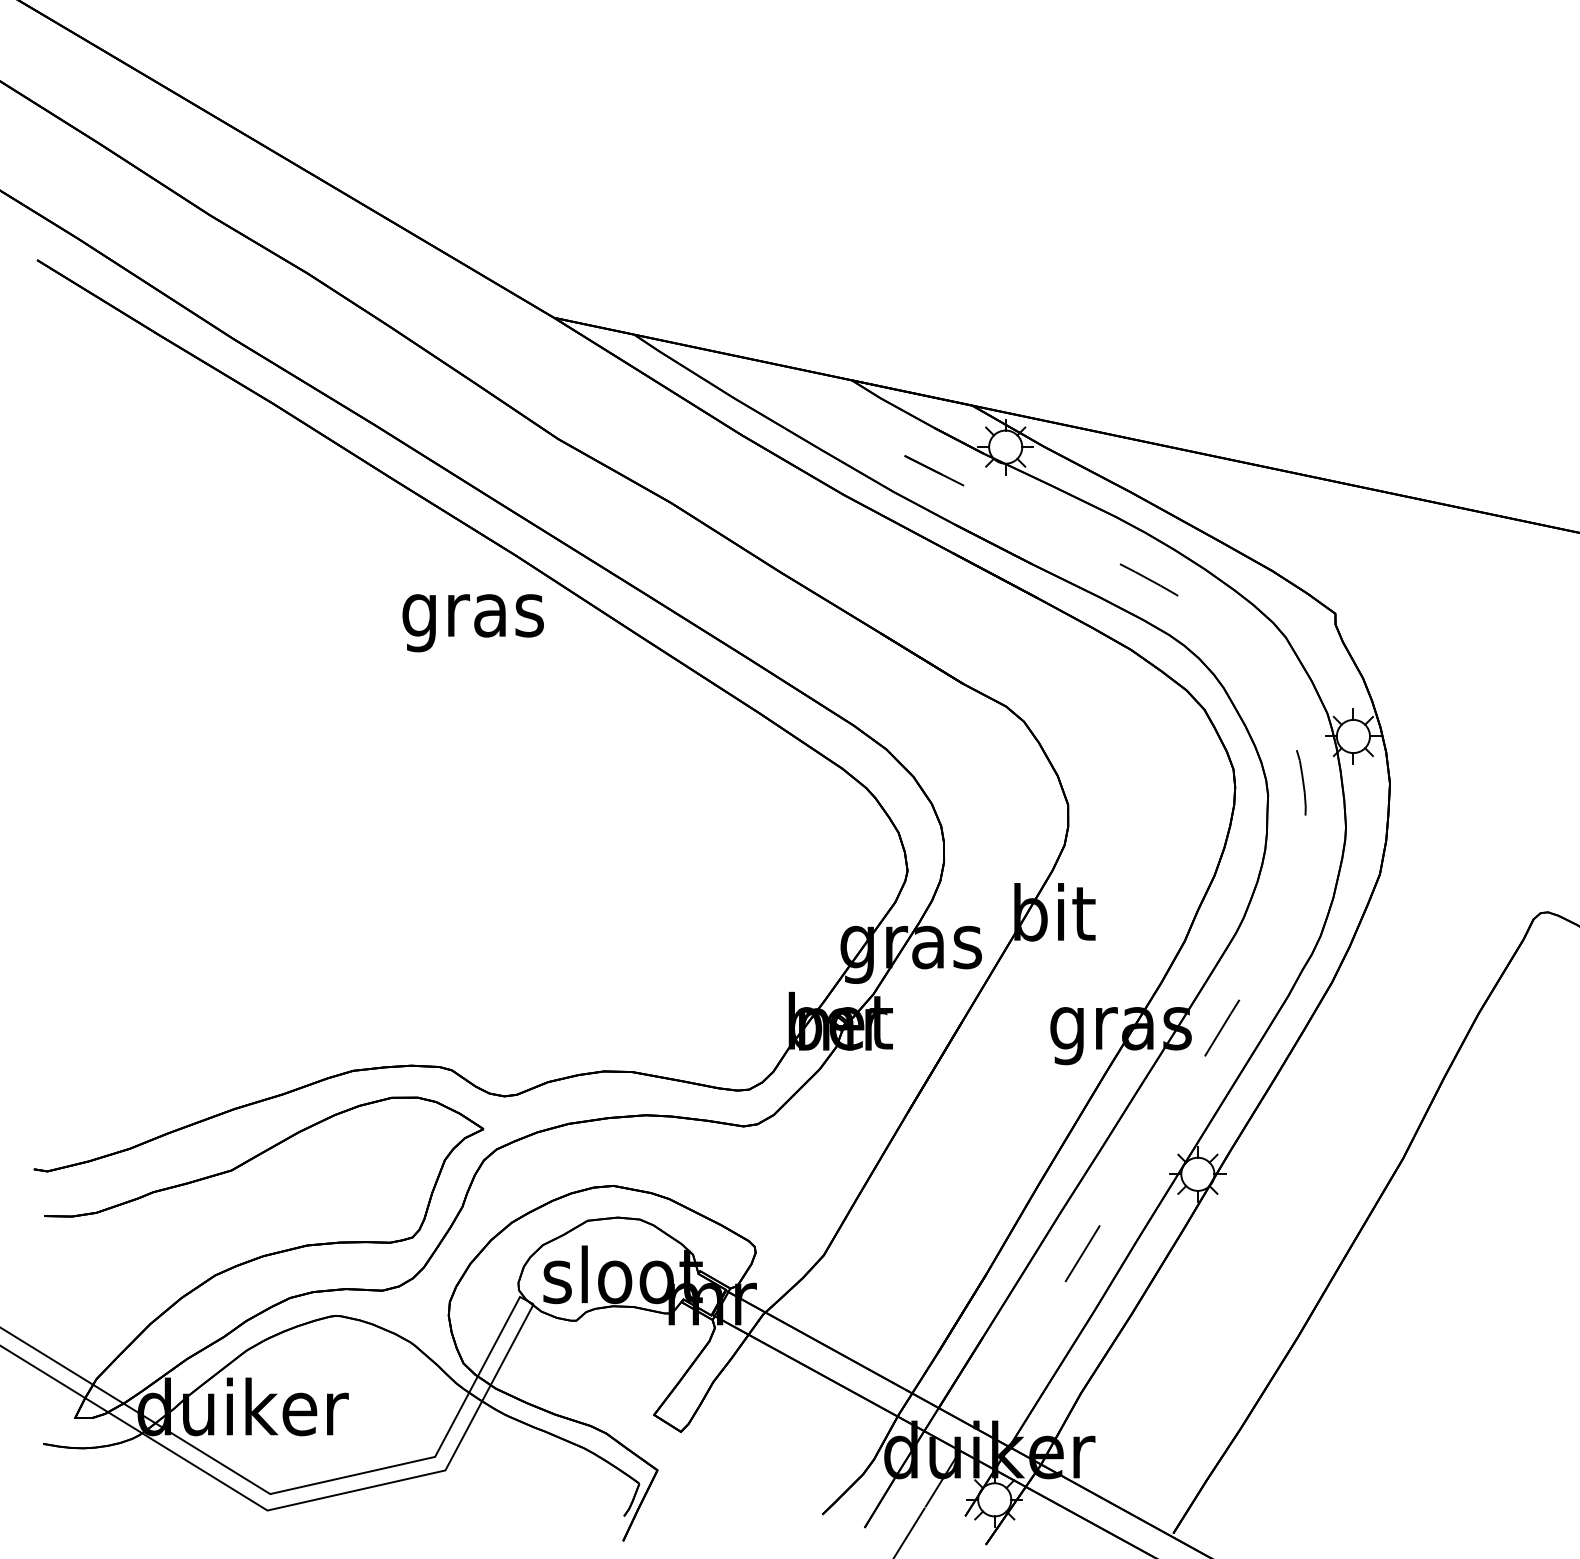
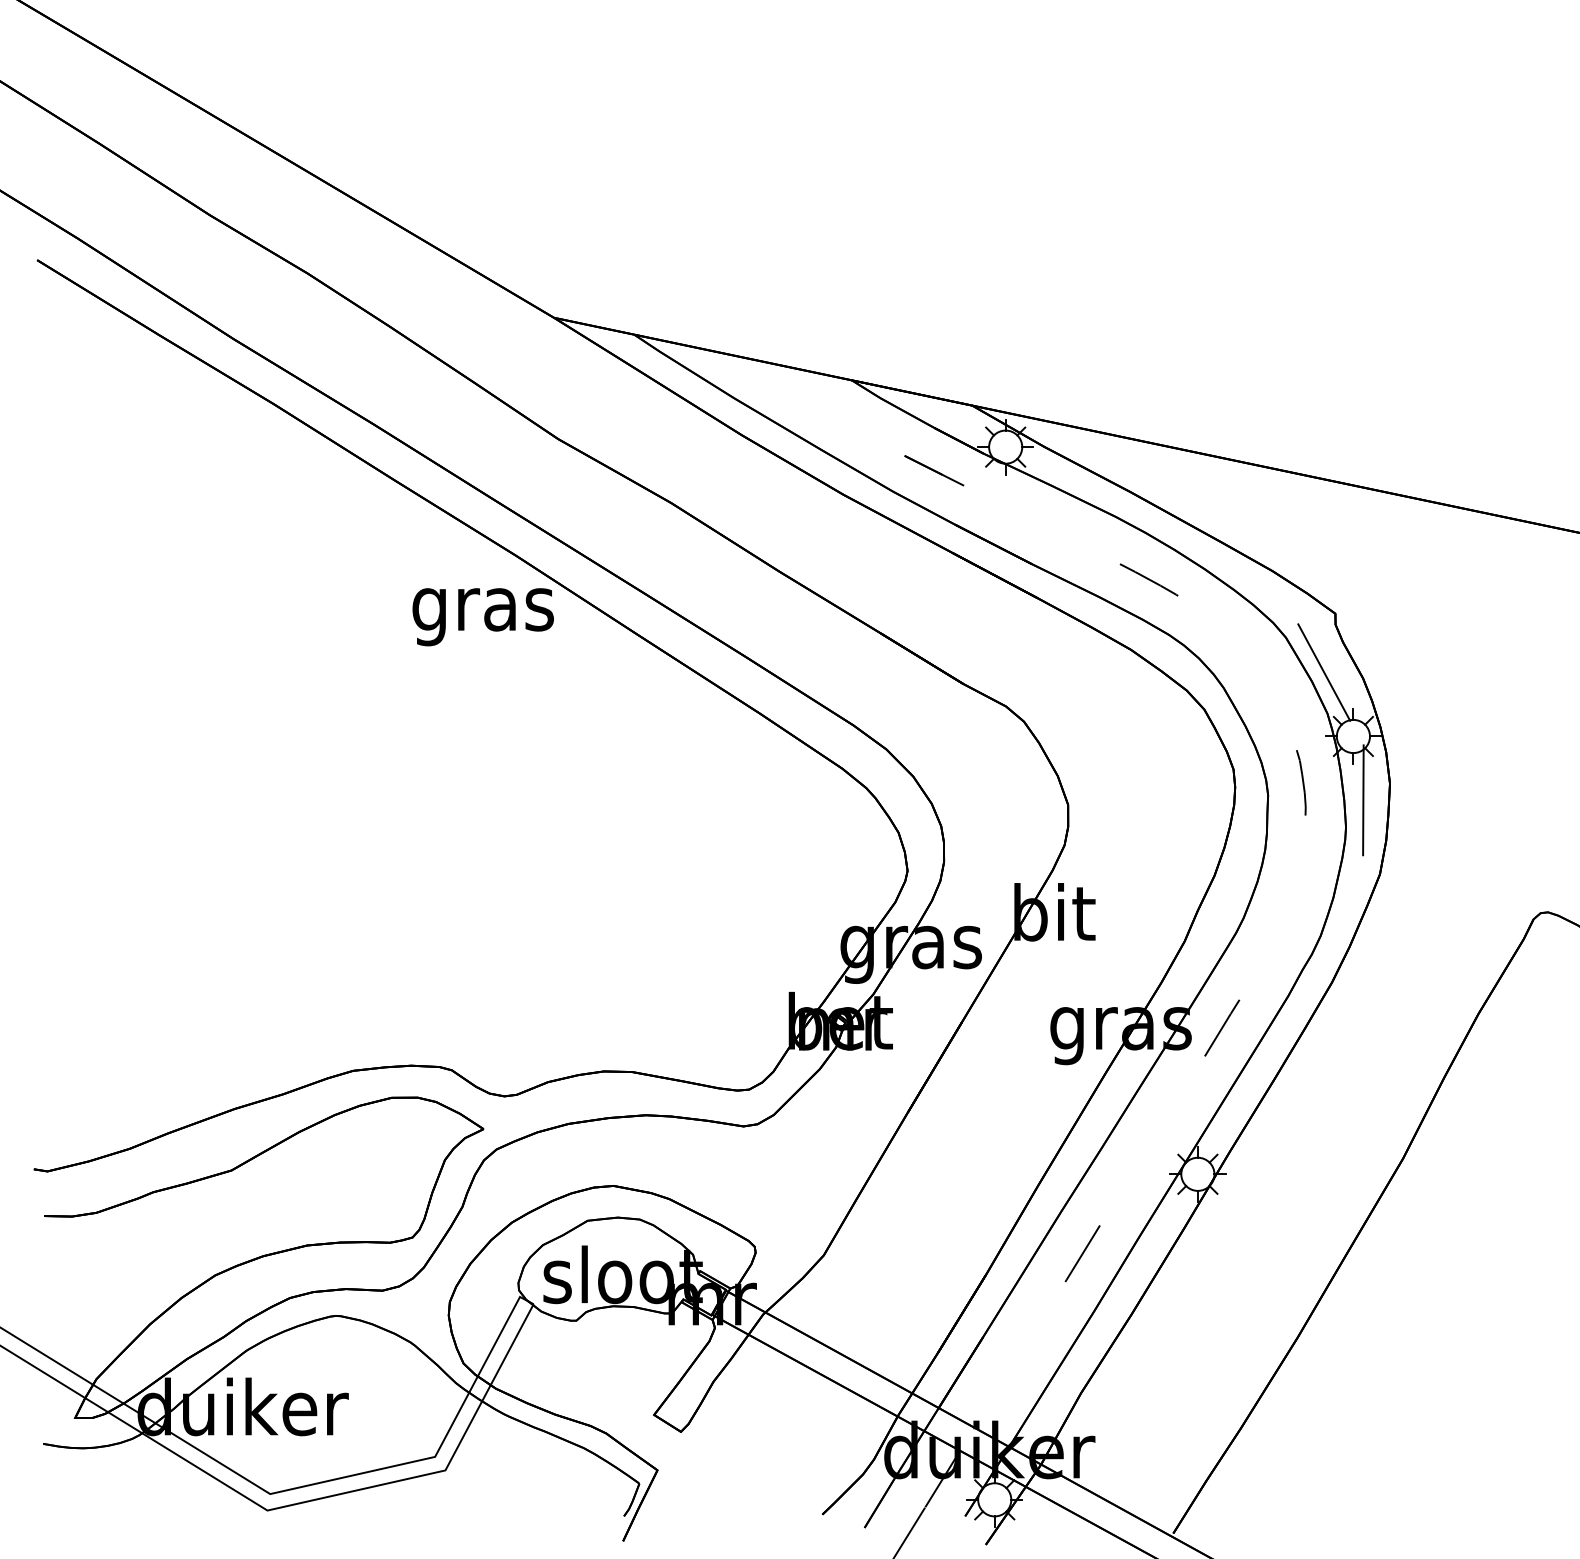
text at (472, 623) position: (472, 623) -> (482, 617)
line at (1324, 672): none -> present
line at (1363, 800): none -> present
